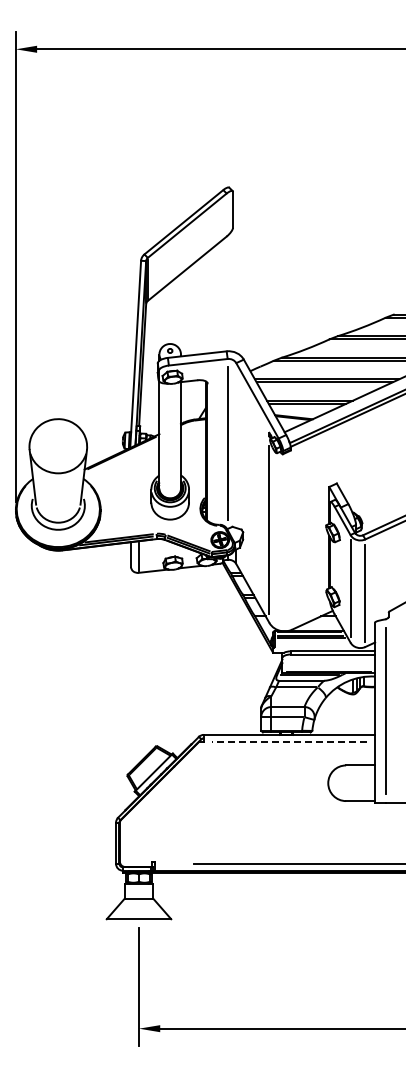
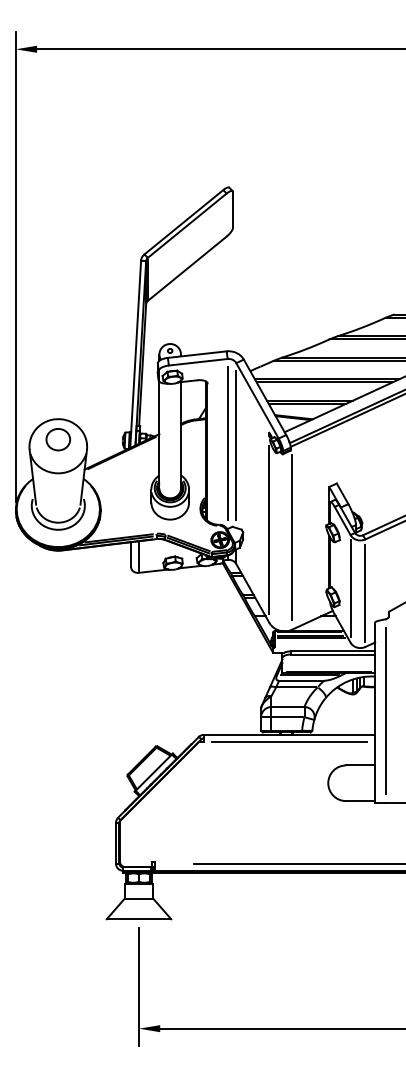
part at (58, 439): none -> present
line at (236, 445): none -> present
line at (292, 537): none -> present
line at (288, 741): dashed -> solid
